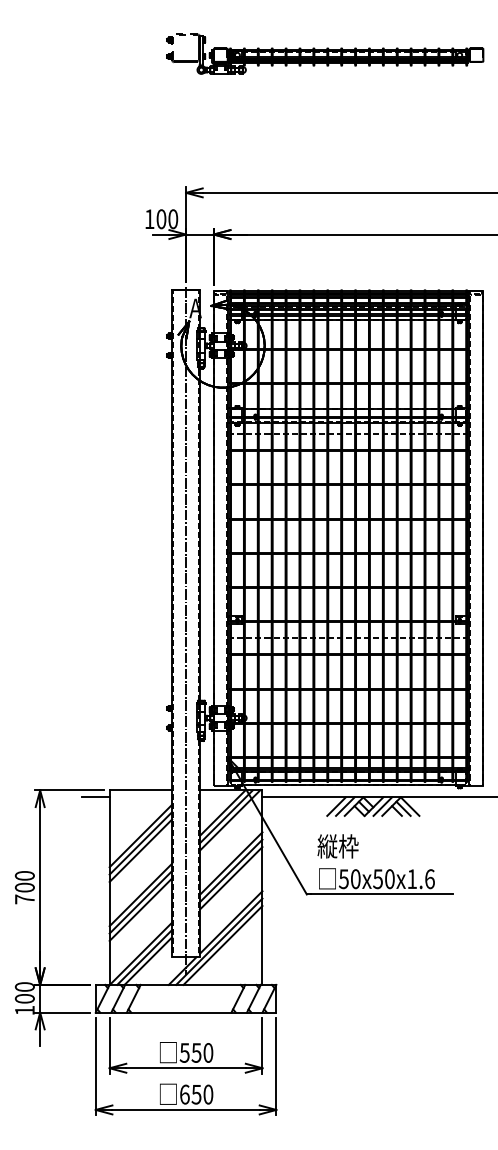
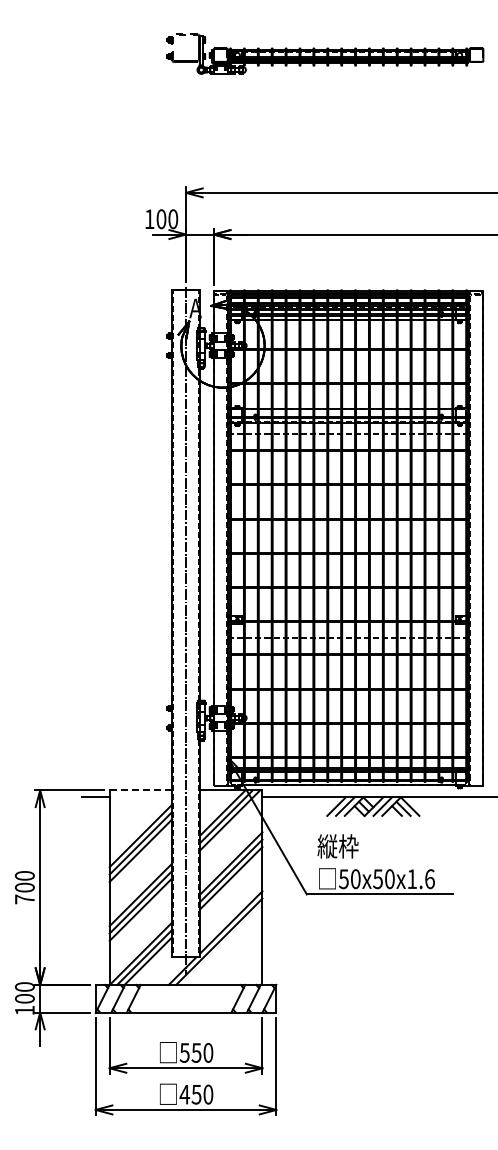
line at (141, 790): solid -> dashed
line at (222, 944): present -> none
text at (184, 1094): 650 -> 450
